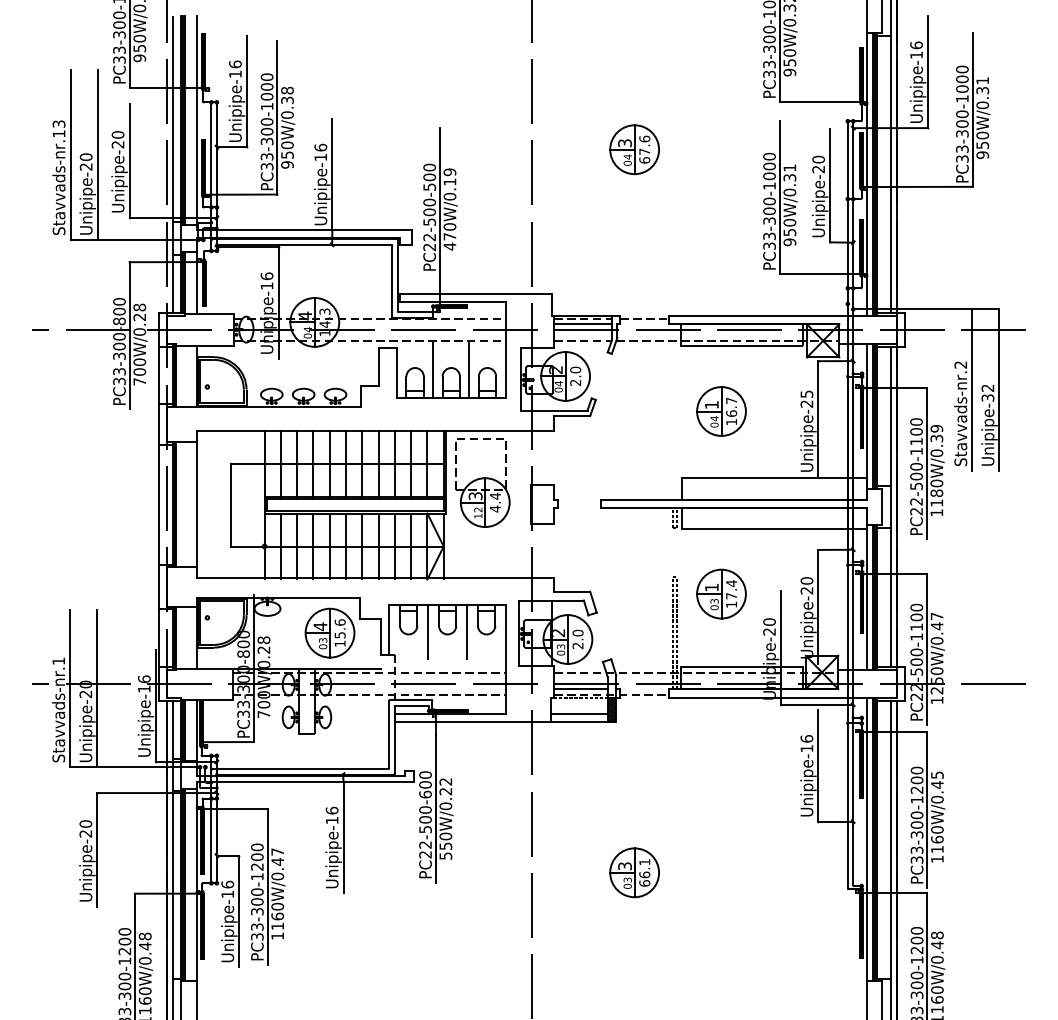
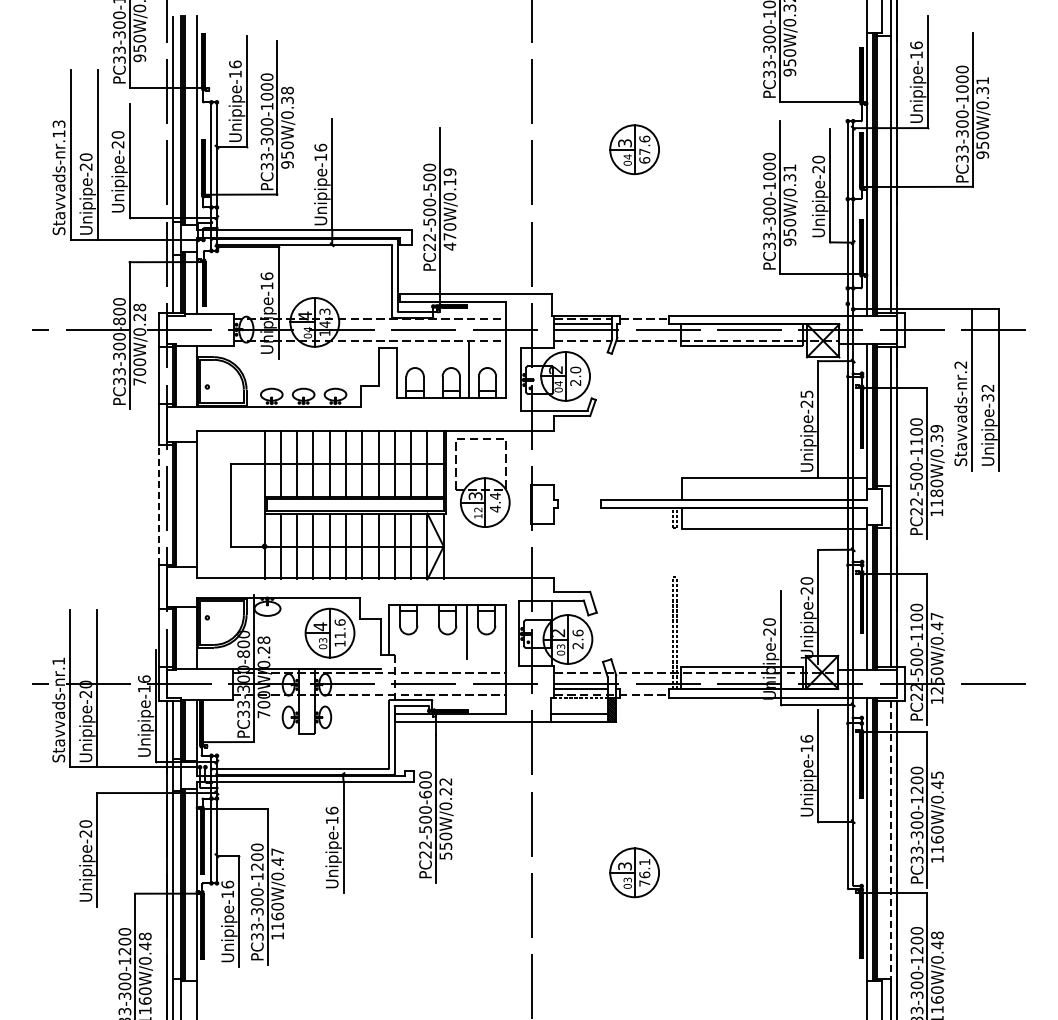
line at (433, 370): present -> none
part at (721, 411): present -> none
line at (158, 504): solid -> dashed
part at (721, 593): present -> none
line at (428, 631): present -> none
text at (577, 632): 2.0 -> 2.6
text at (339, 635): 15.6 -> 11.6
line at (891, 839): solid -> dashed
text at (644, 883): 66.1 -> 76.1
